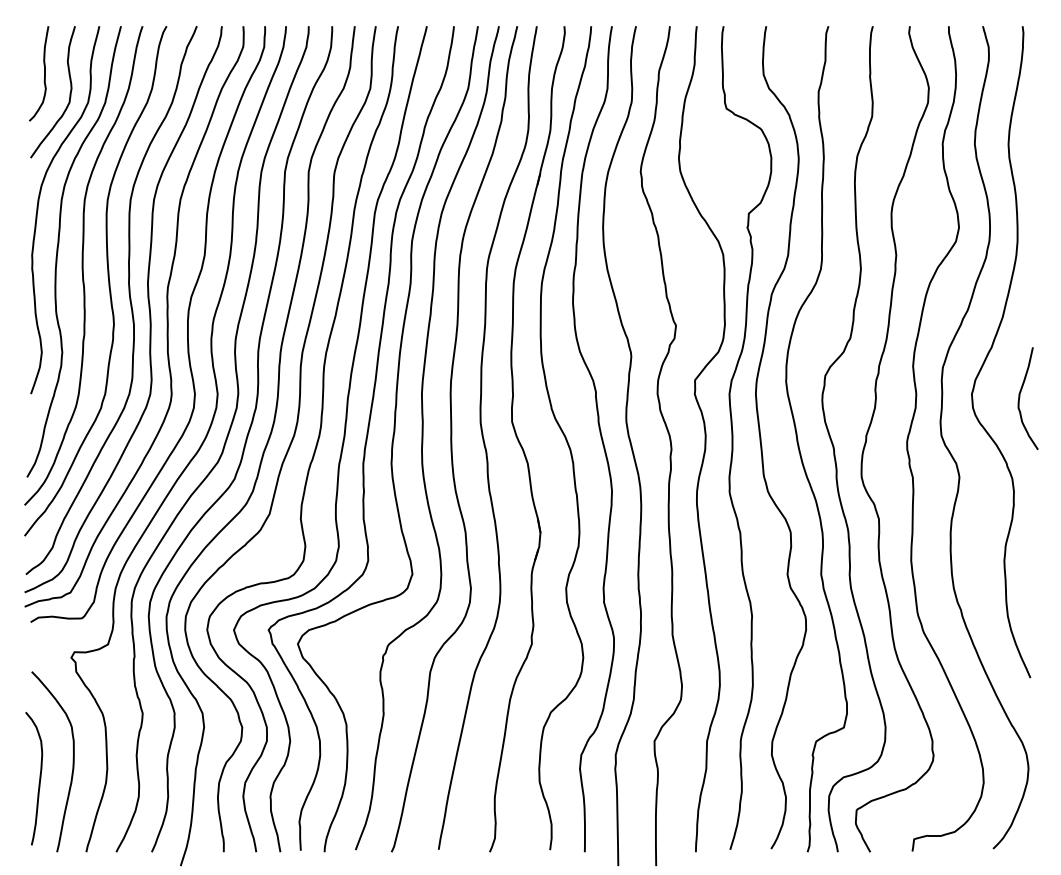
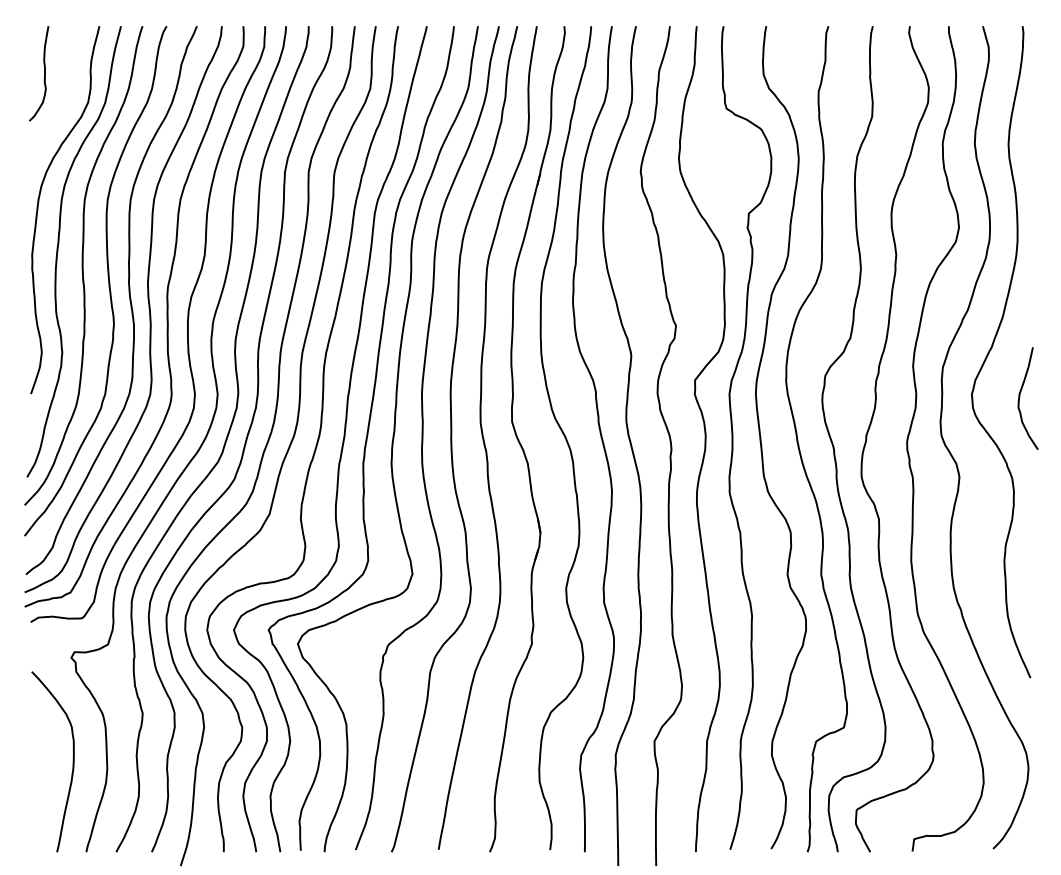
curve at (69, 93): present -> none
curve at (39, 778): present -> none
